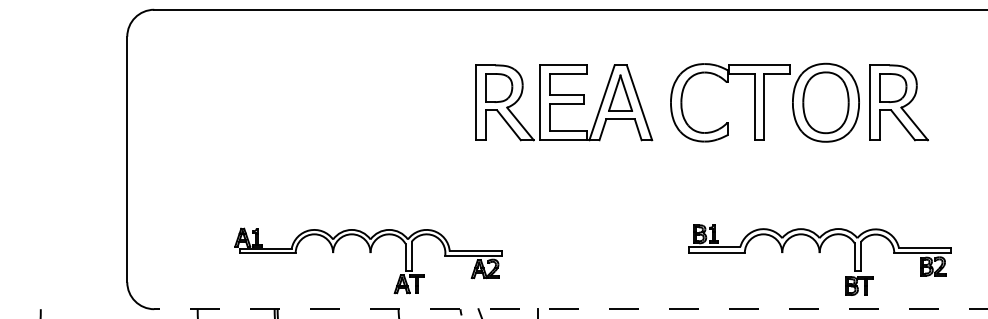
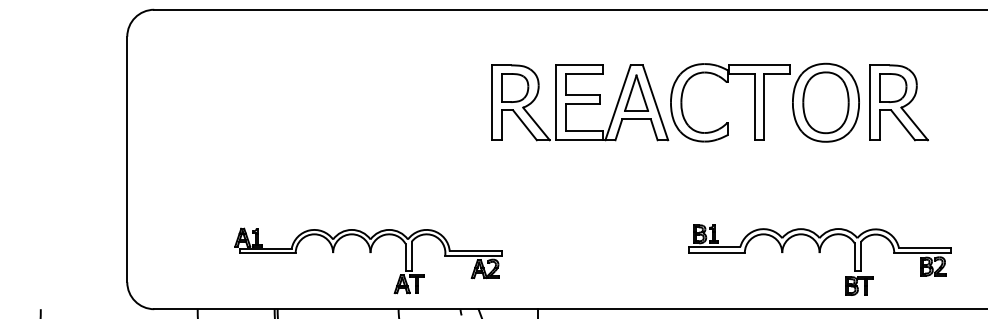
part at (564, 102) position: (564, 102) -> (580, 102)
line at (570, 309): dashed -> solid
